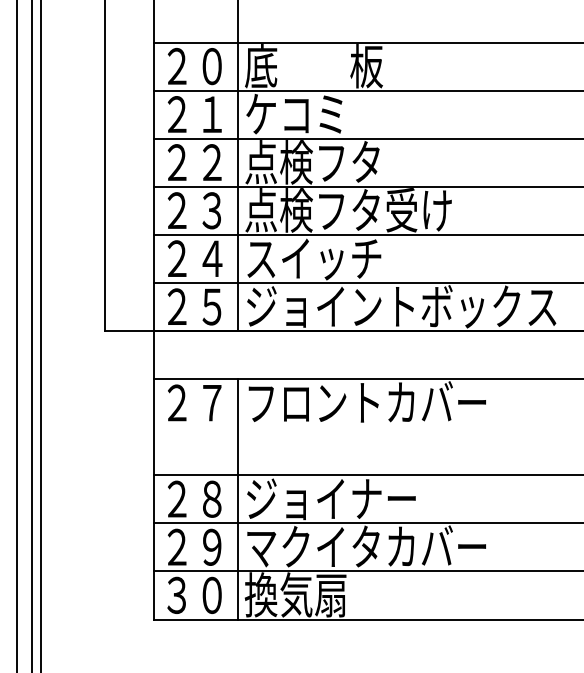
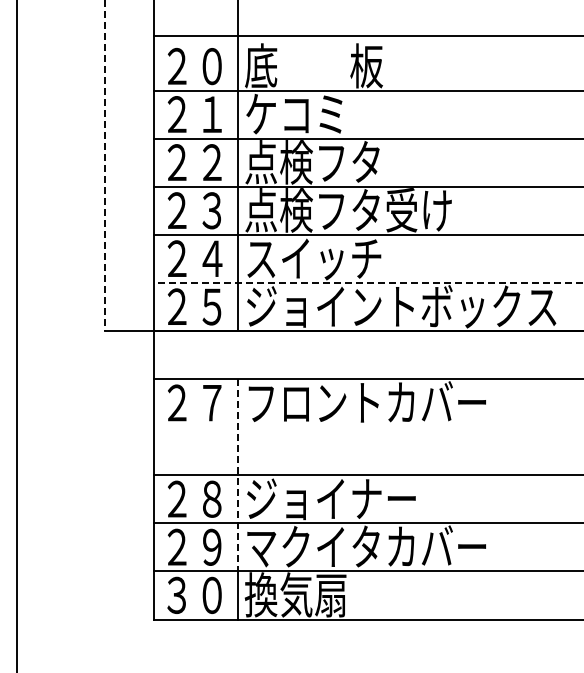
line at (366, 42) position: (366, 42) -> (366, 35)
line at (105, 166): solid -> dashed
line at (368, 282): solid -> dashed
line at (31, 335): present -> none
line at (41, 335): present -> none
line at (237, 475): solid -> dashed
